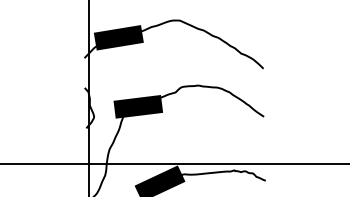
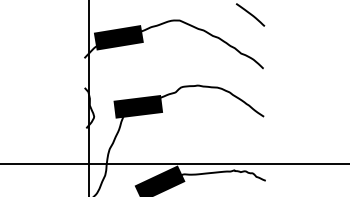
line at (250, 14): none -> present
